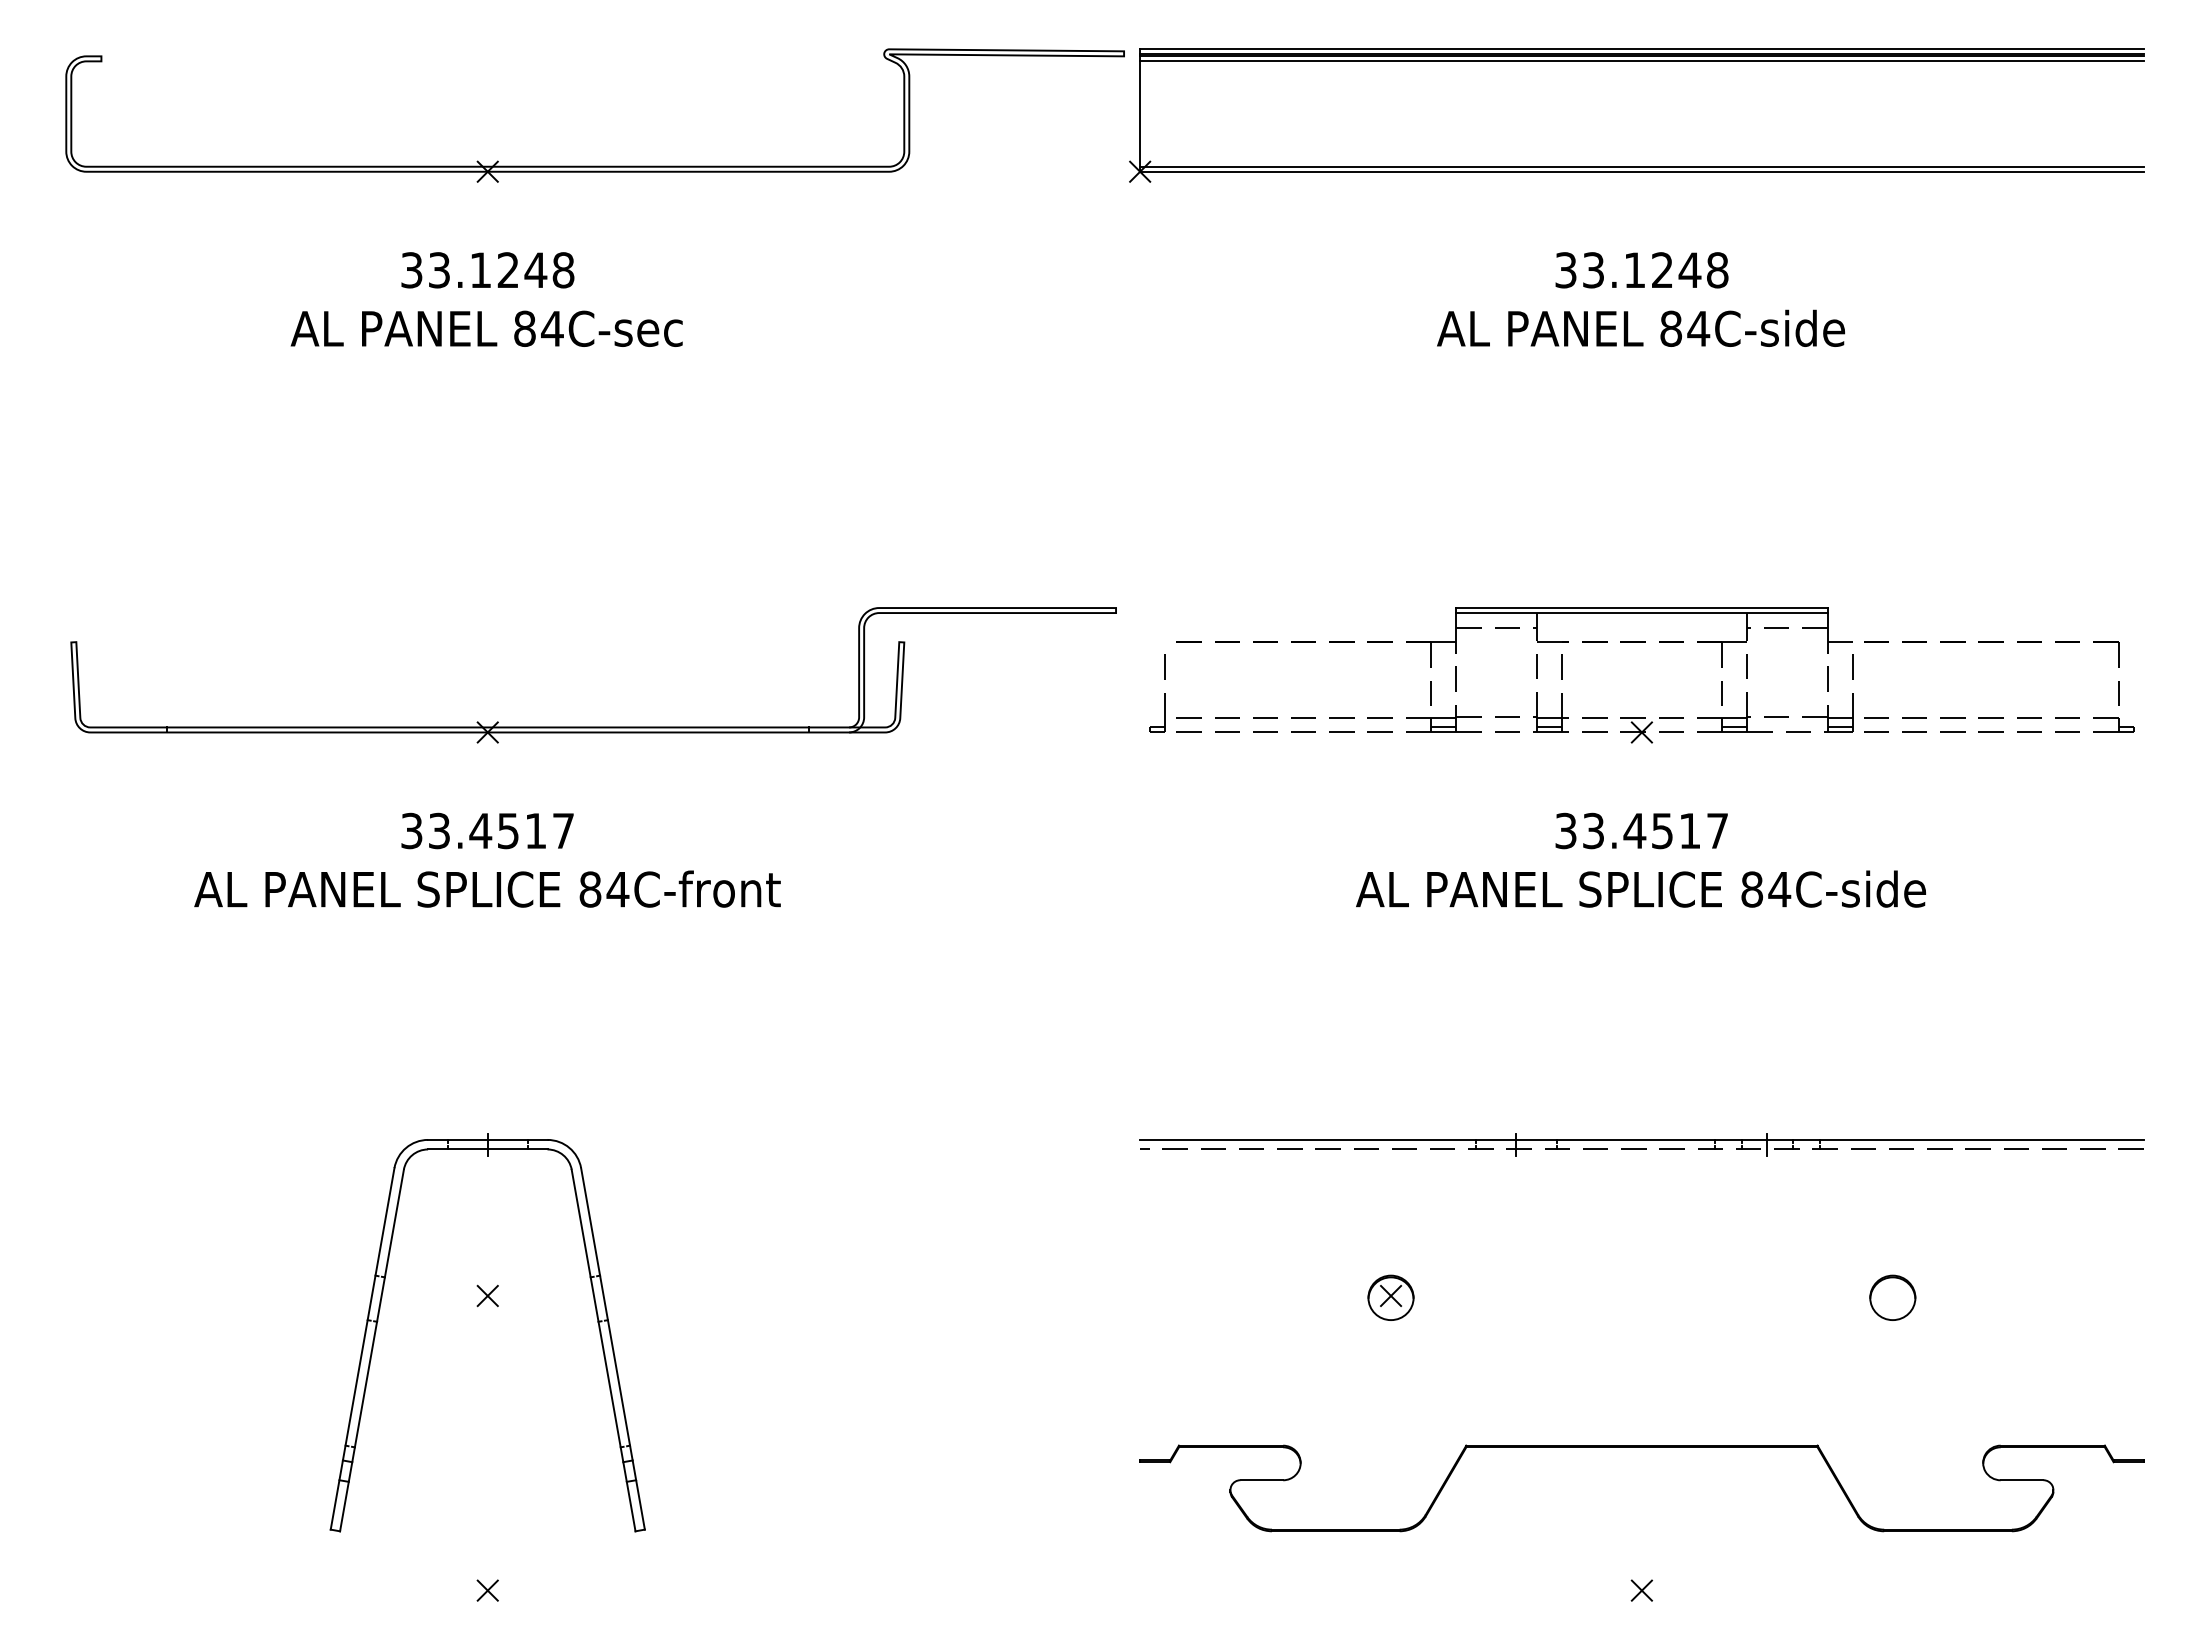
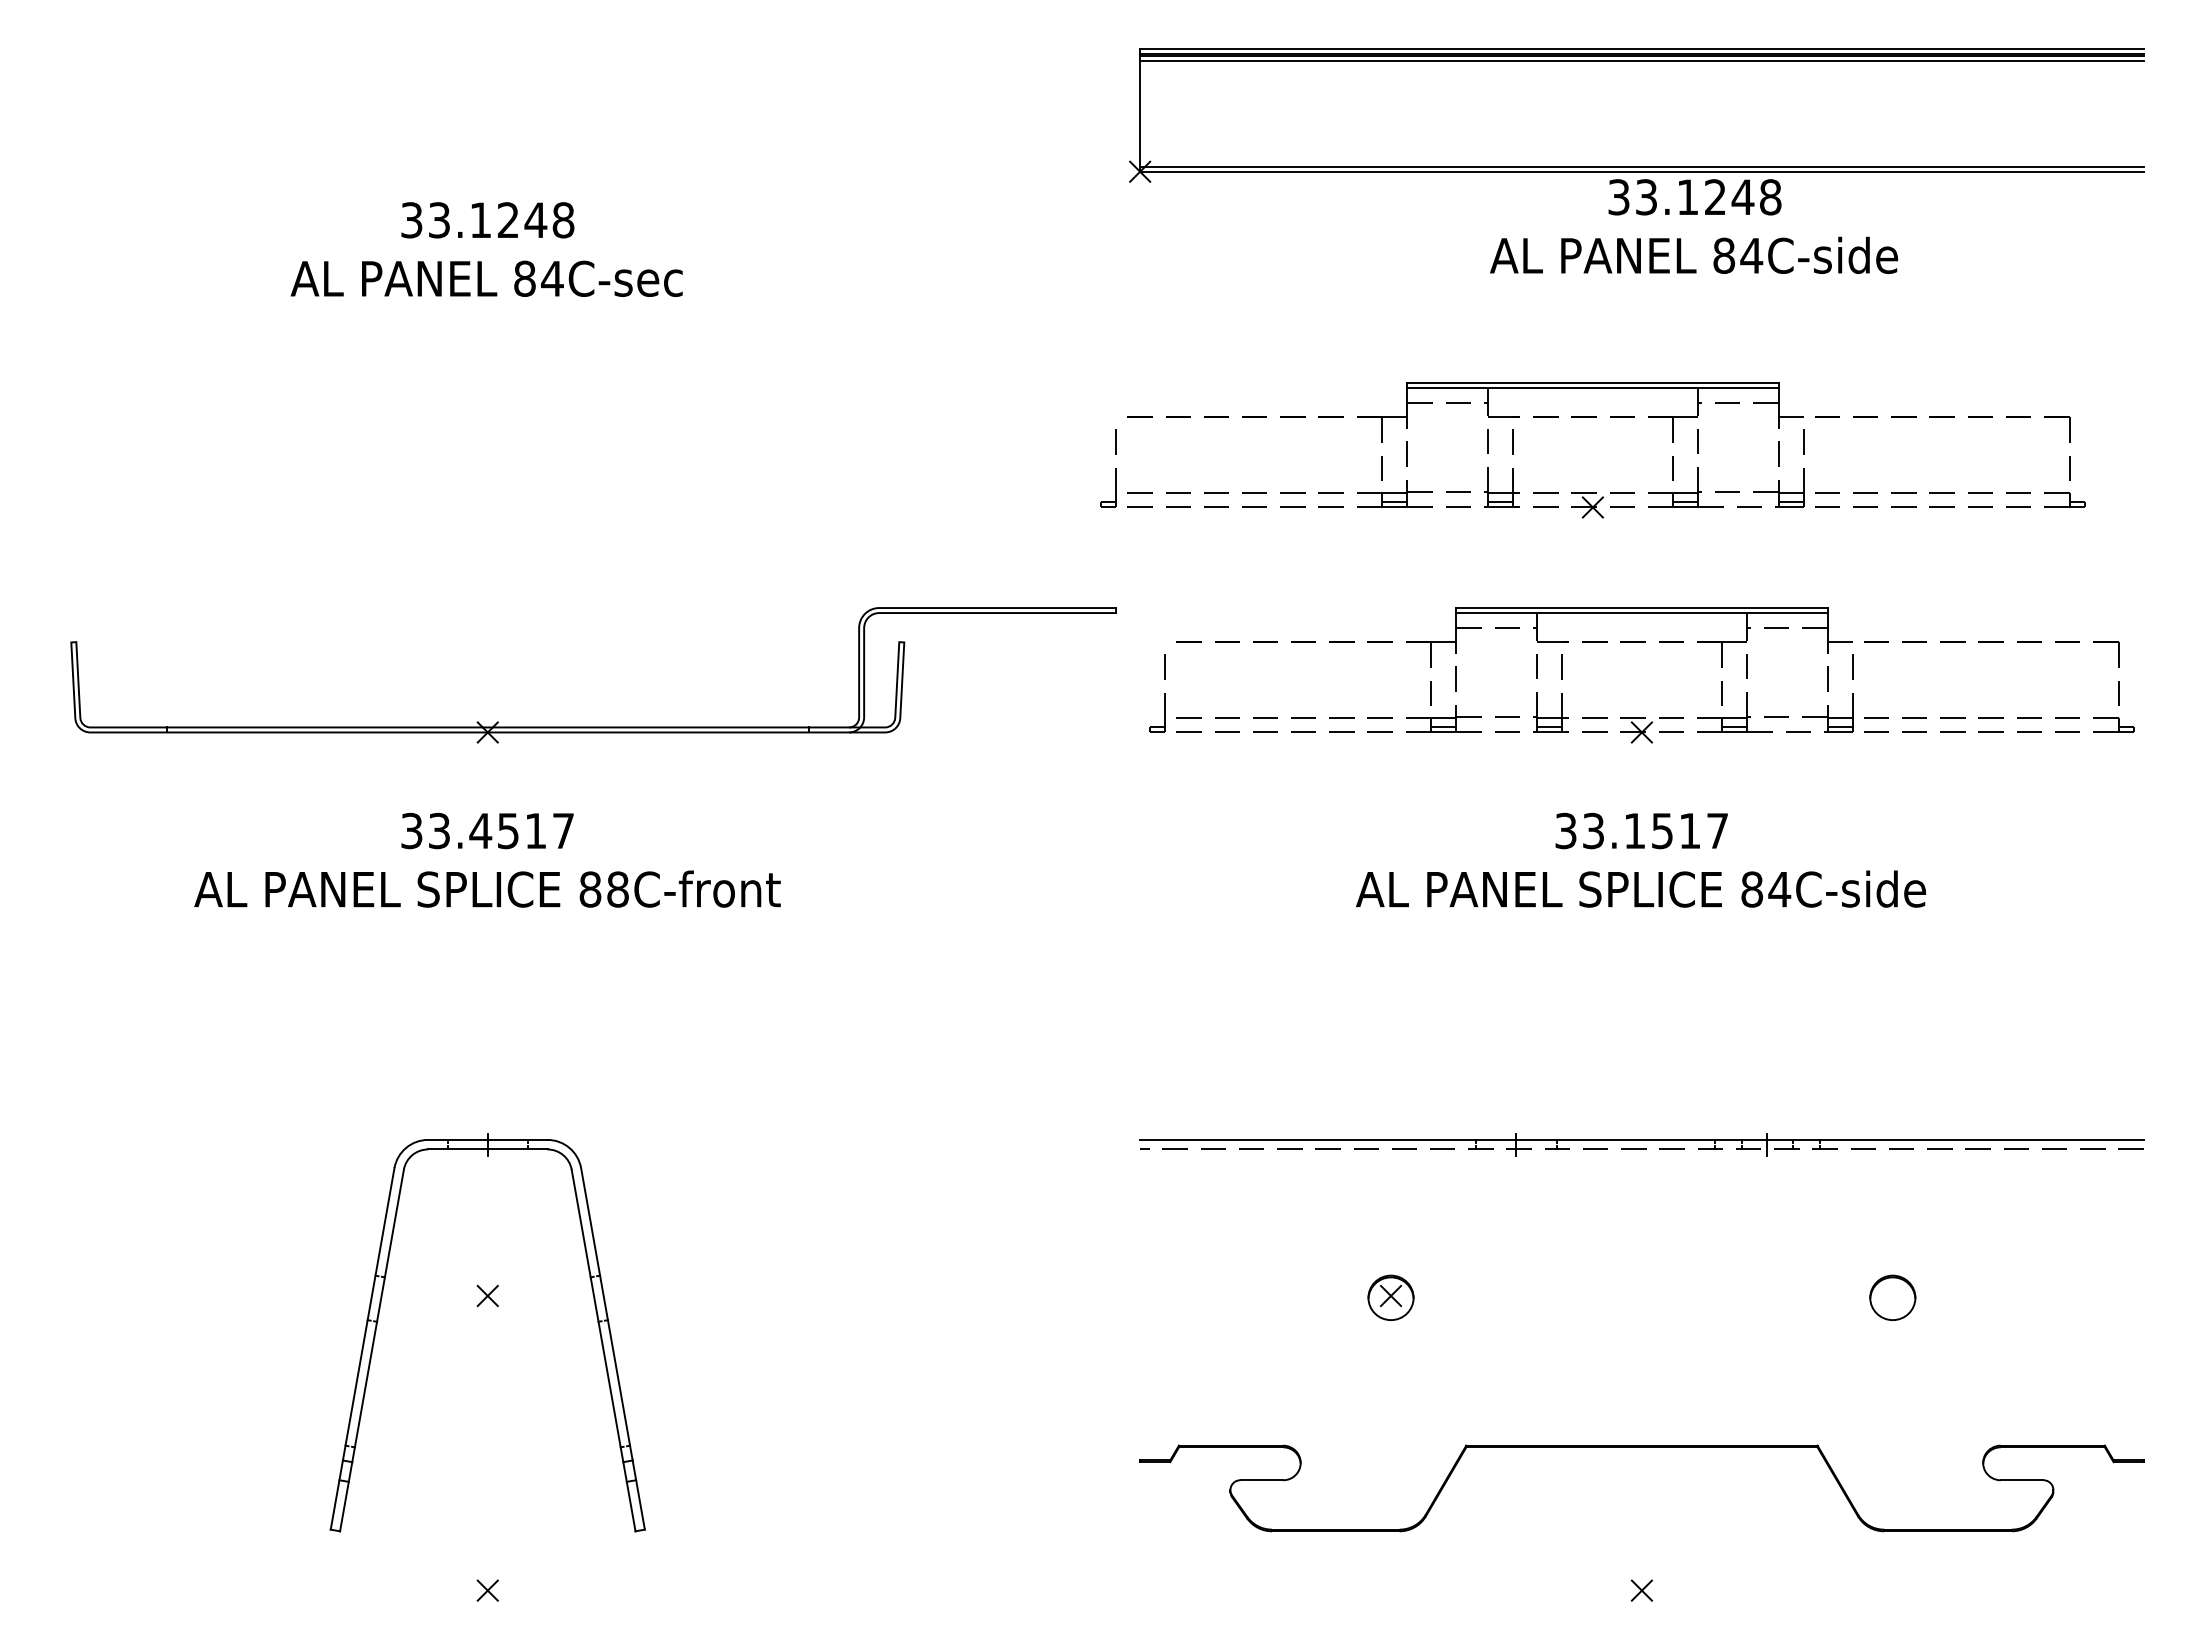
part at (594, 165): present -> none
text at (486, 299) position: (486, 299) -> (486, 249)
text at (1640, 299) position: (1640, 299) -> (1693, 226)
part at (1592, 417): none -> present
text at (1634, 830): 33.4517 -> 33.1517
text at (617, 889): 84C-front -> 88C-front
